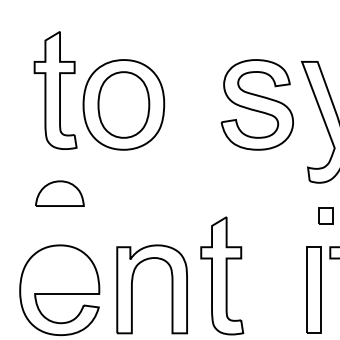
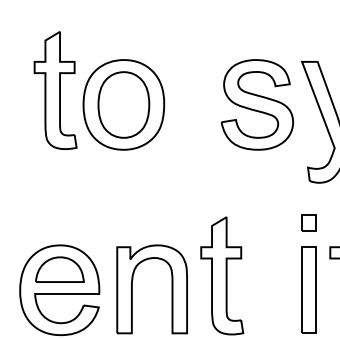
part at (59, 193) position: (59, 193) -> (59, 269)
part at (325, 215) position: (325, 215) -> (308, 222)
part at (313, 289) position: (313, 289) -> (308, 289)
